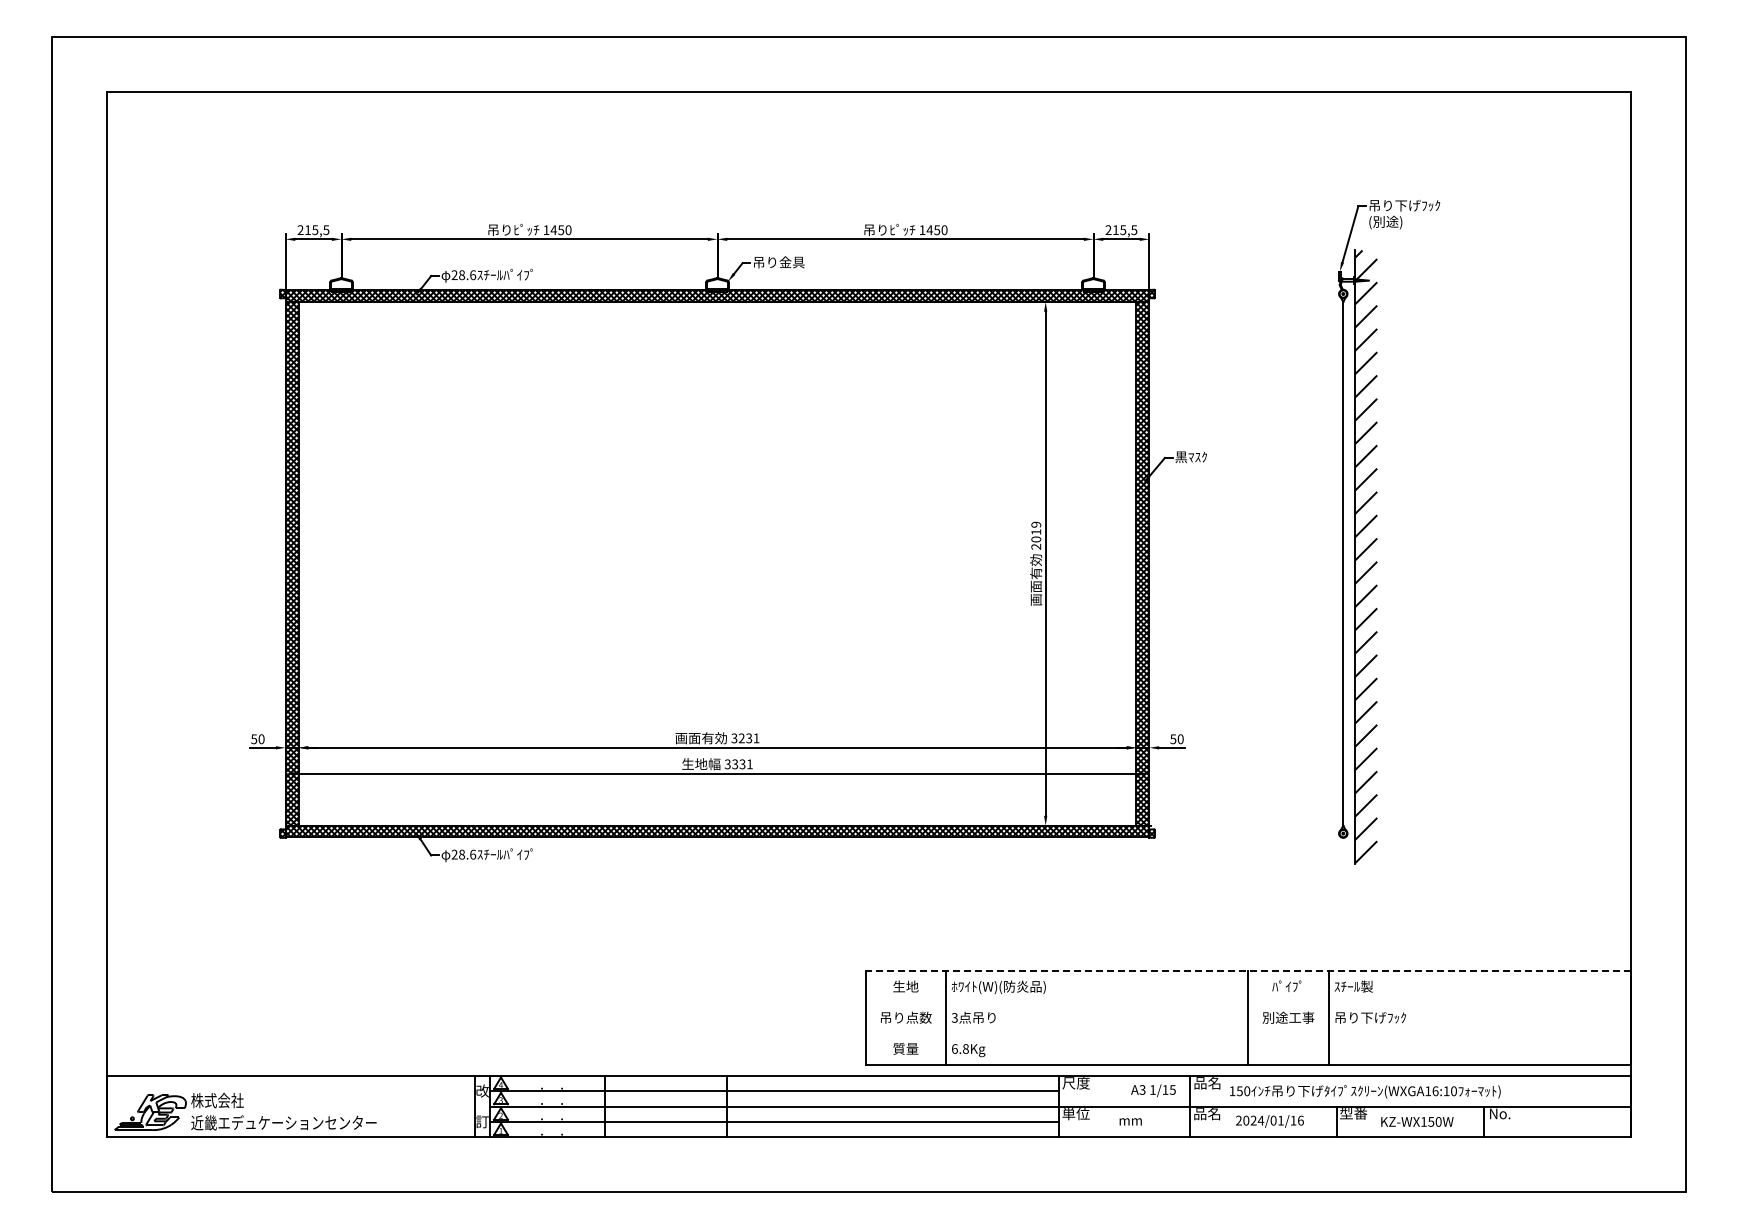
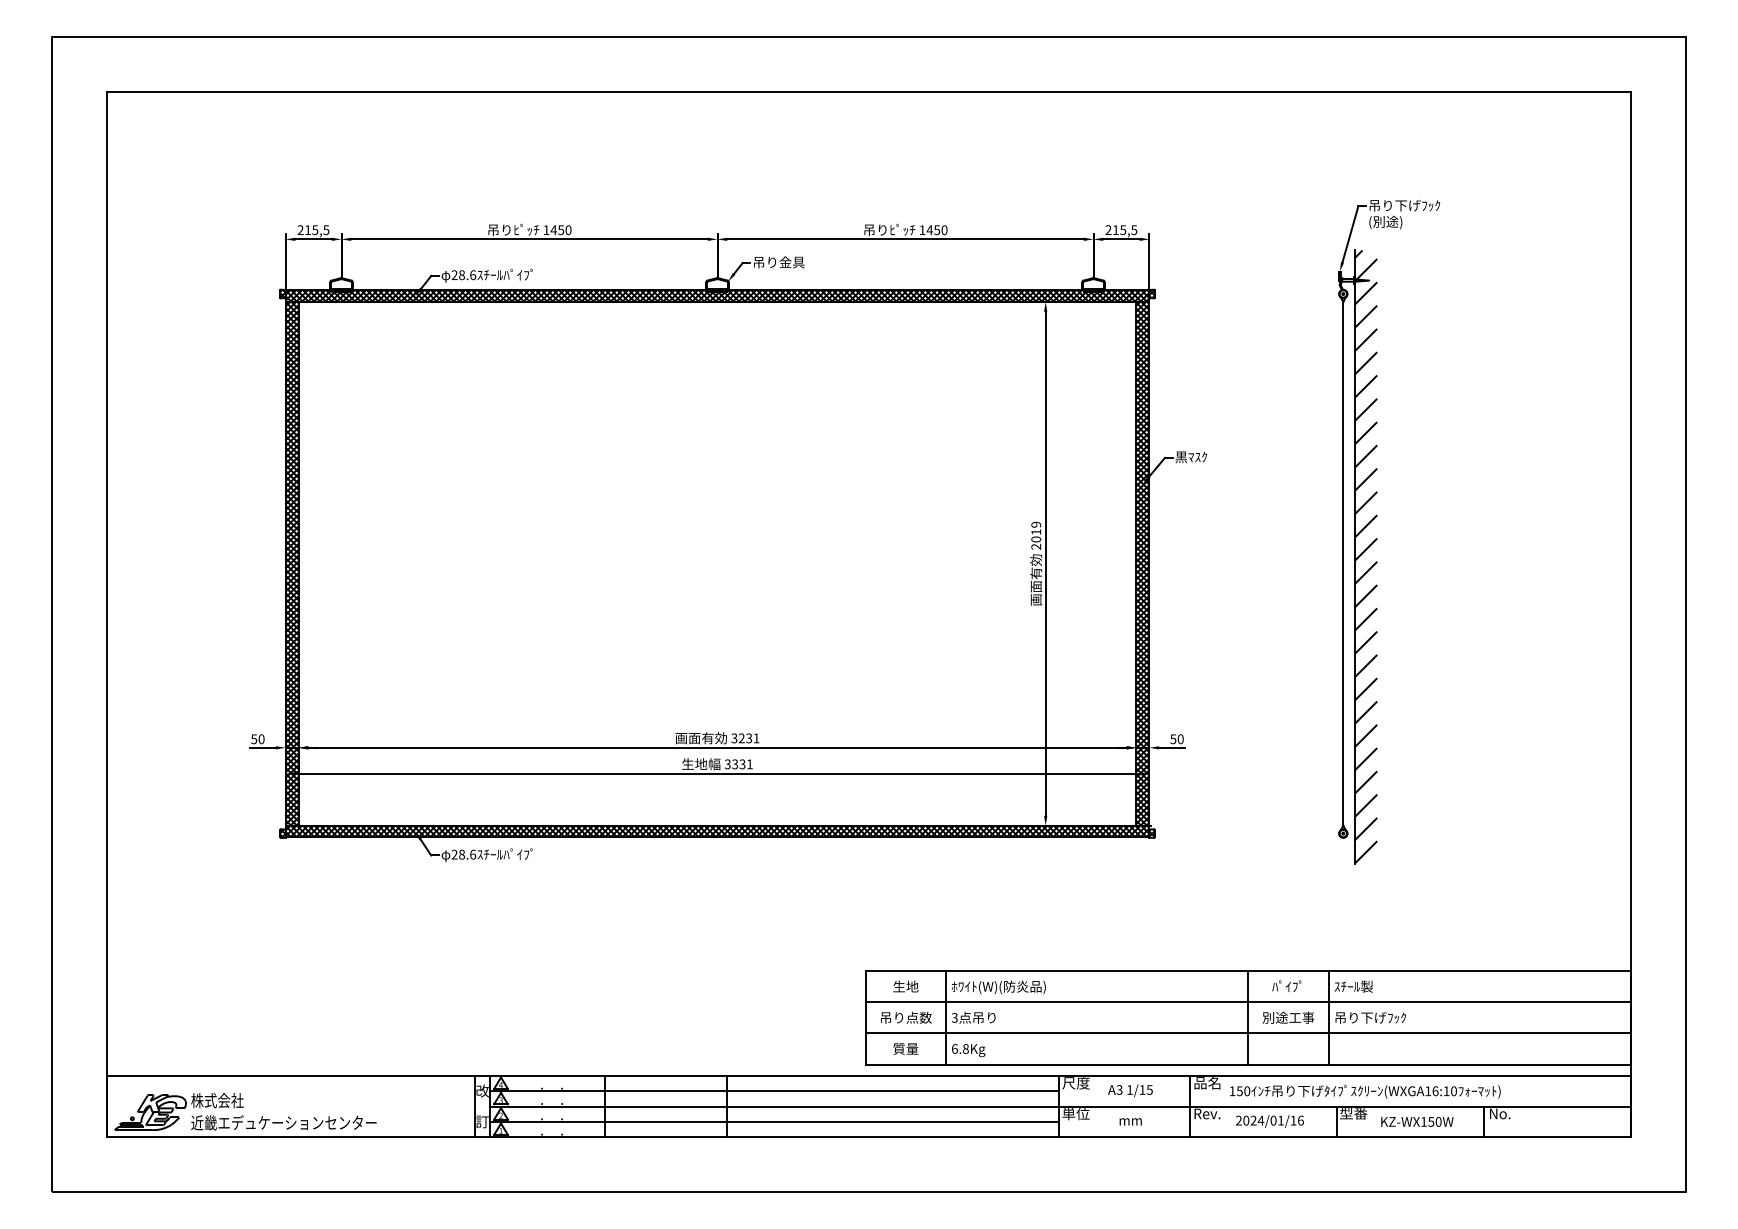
line at (1248, 971): dashed -> solid
line at (1248, 1002): none -> present
line at (1248, 1033): none -> present
text at (1153, 1090) position: (1153, 1090) -> (1130, 1090)
text at (1207, 1114): 品名 -> Rev.
